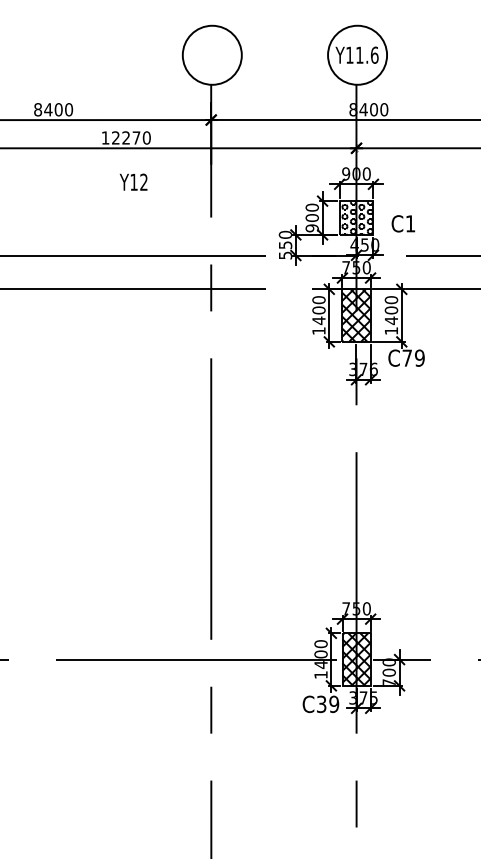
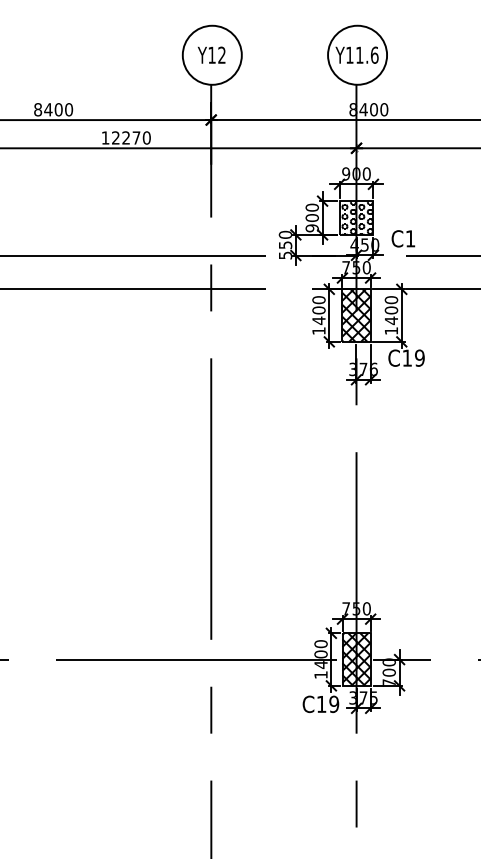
text at (133, 181) position: (133, 181) -> (211, 54)
text at (403, 223) position: (403, 223) -> (403, 238)
text at (406, 357): C79 -> C19
text at (321, 704): C39 -> C19
